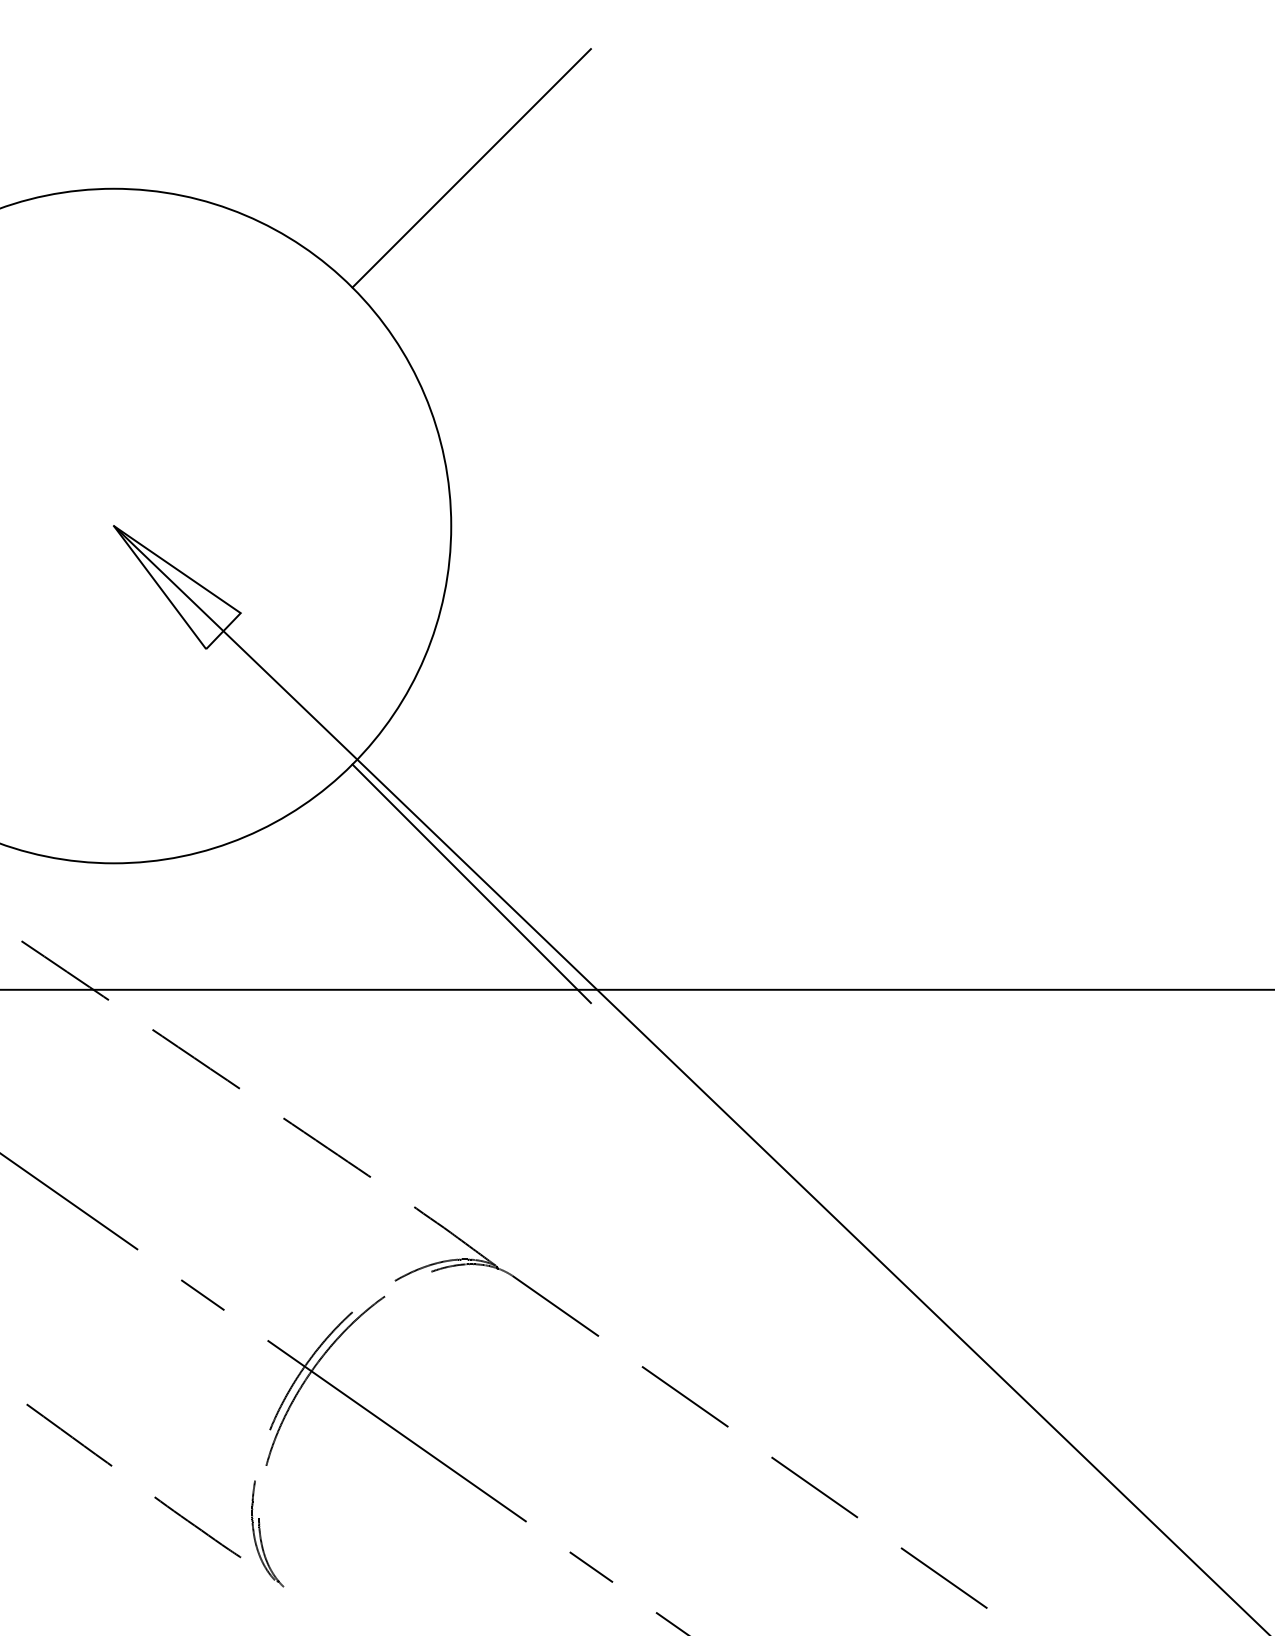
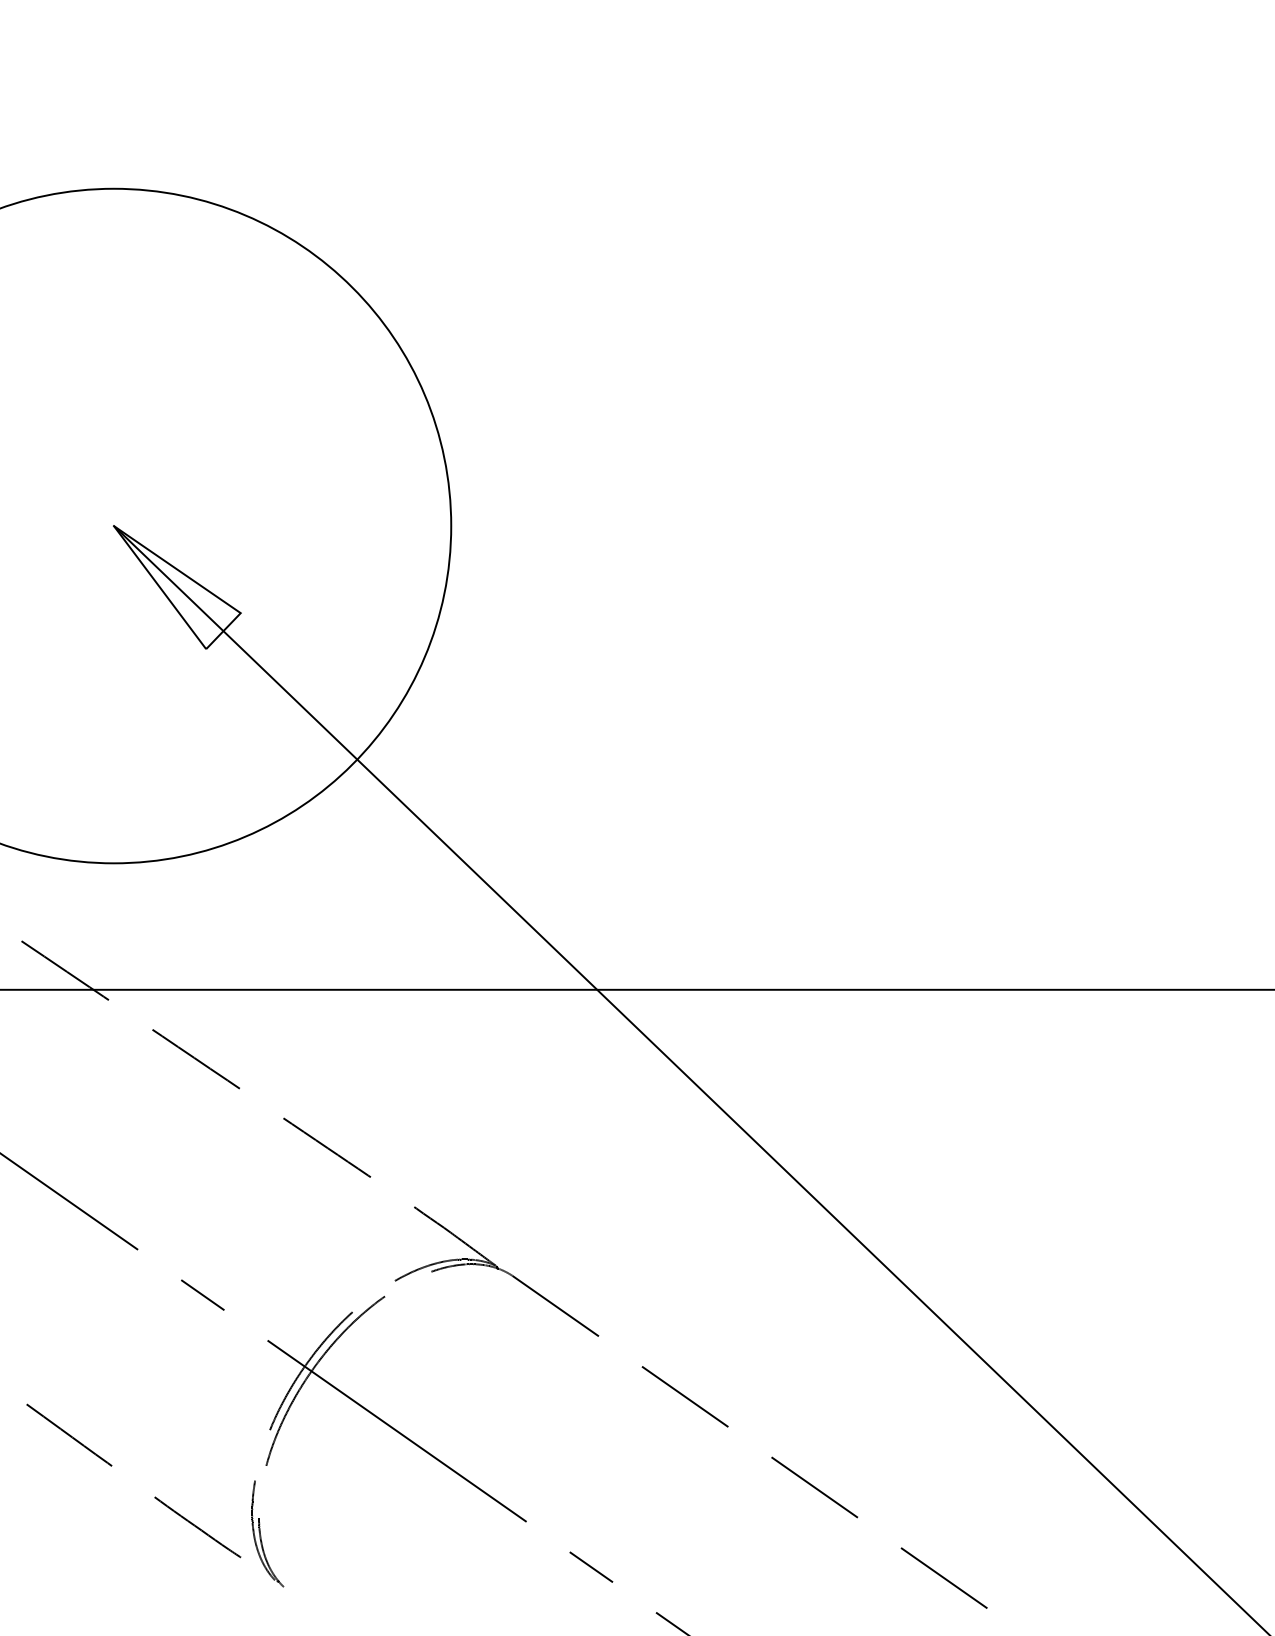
line at (471, 168): present -> none
line at (471, 883): present -> none
